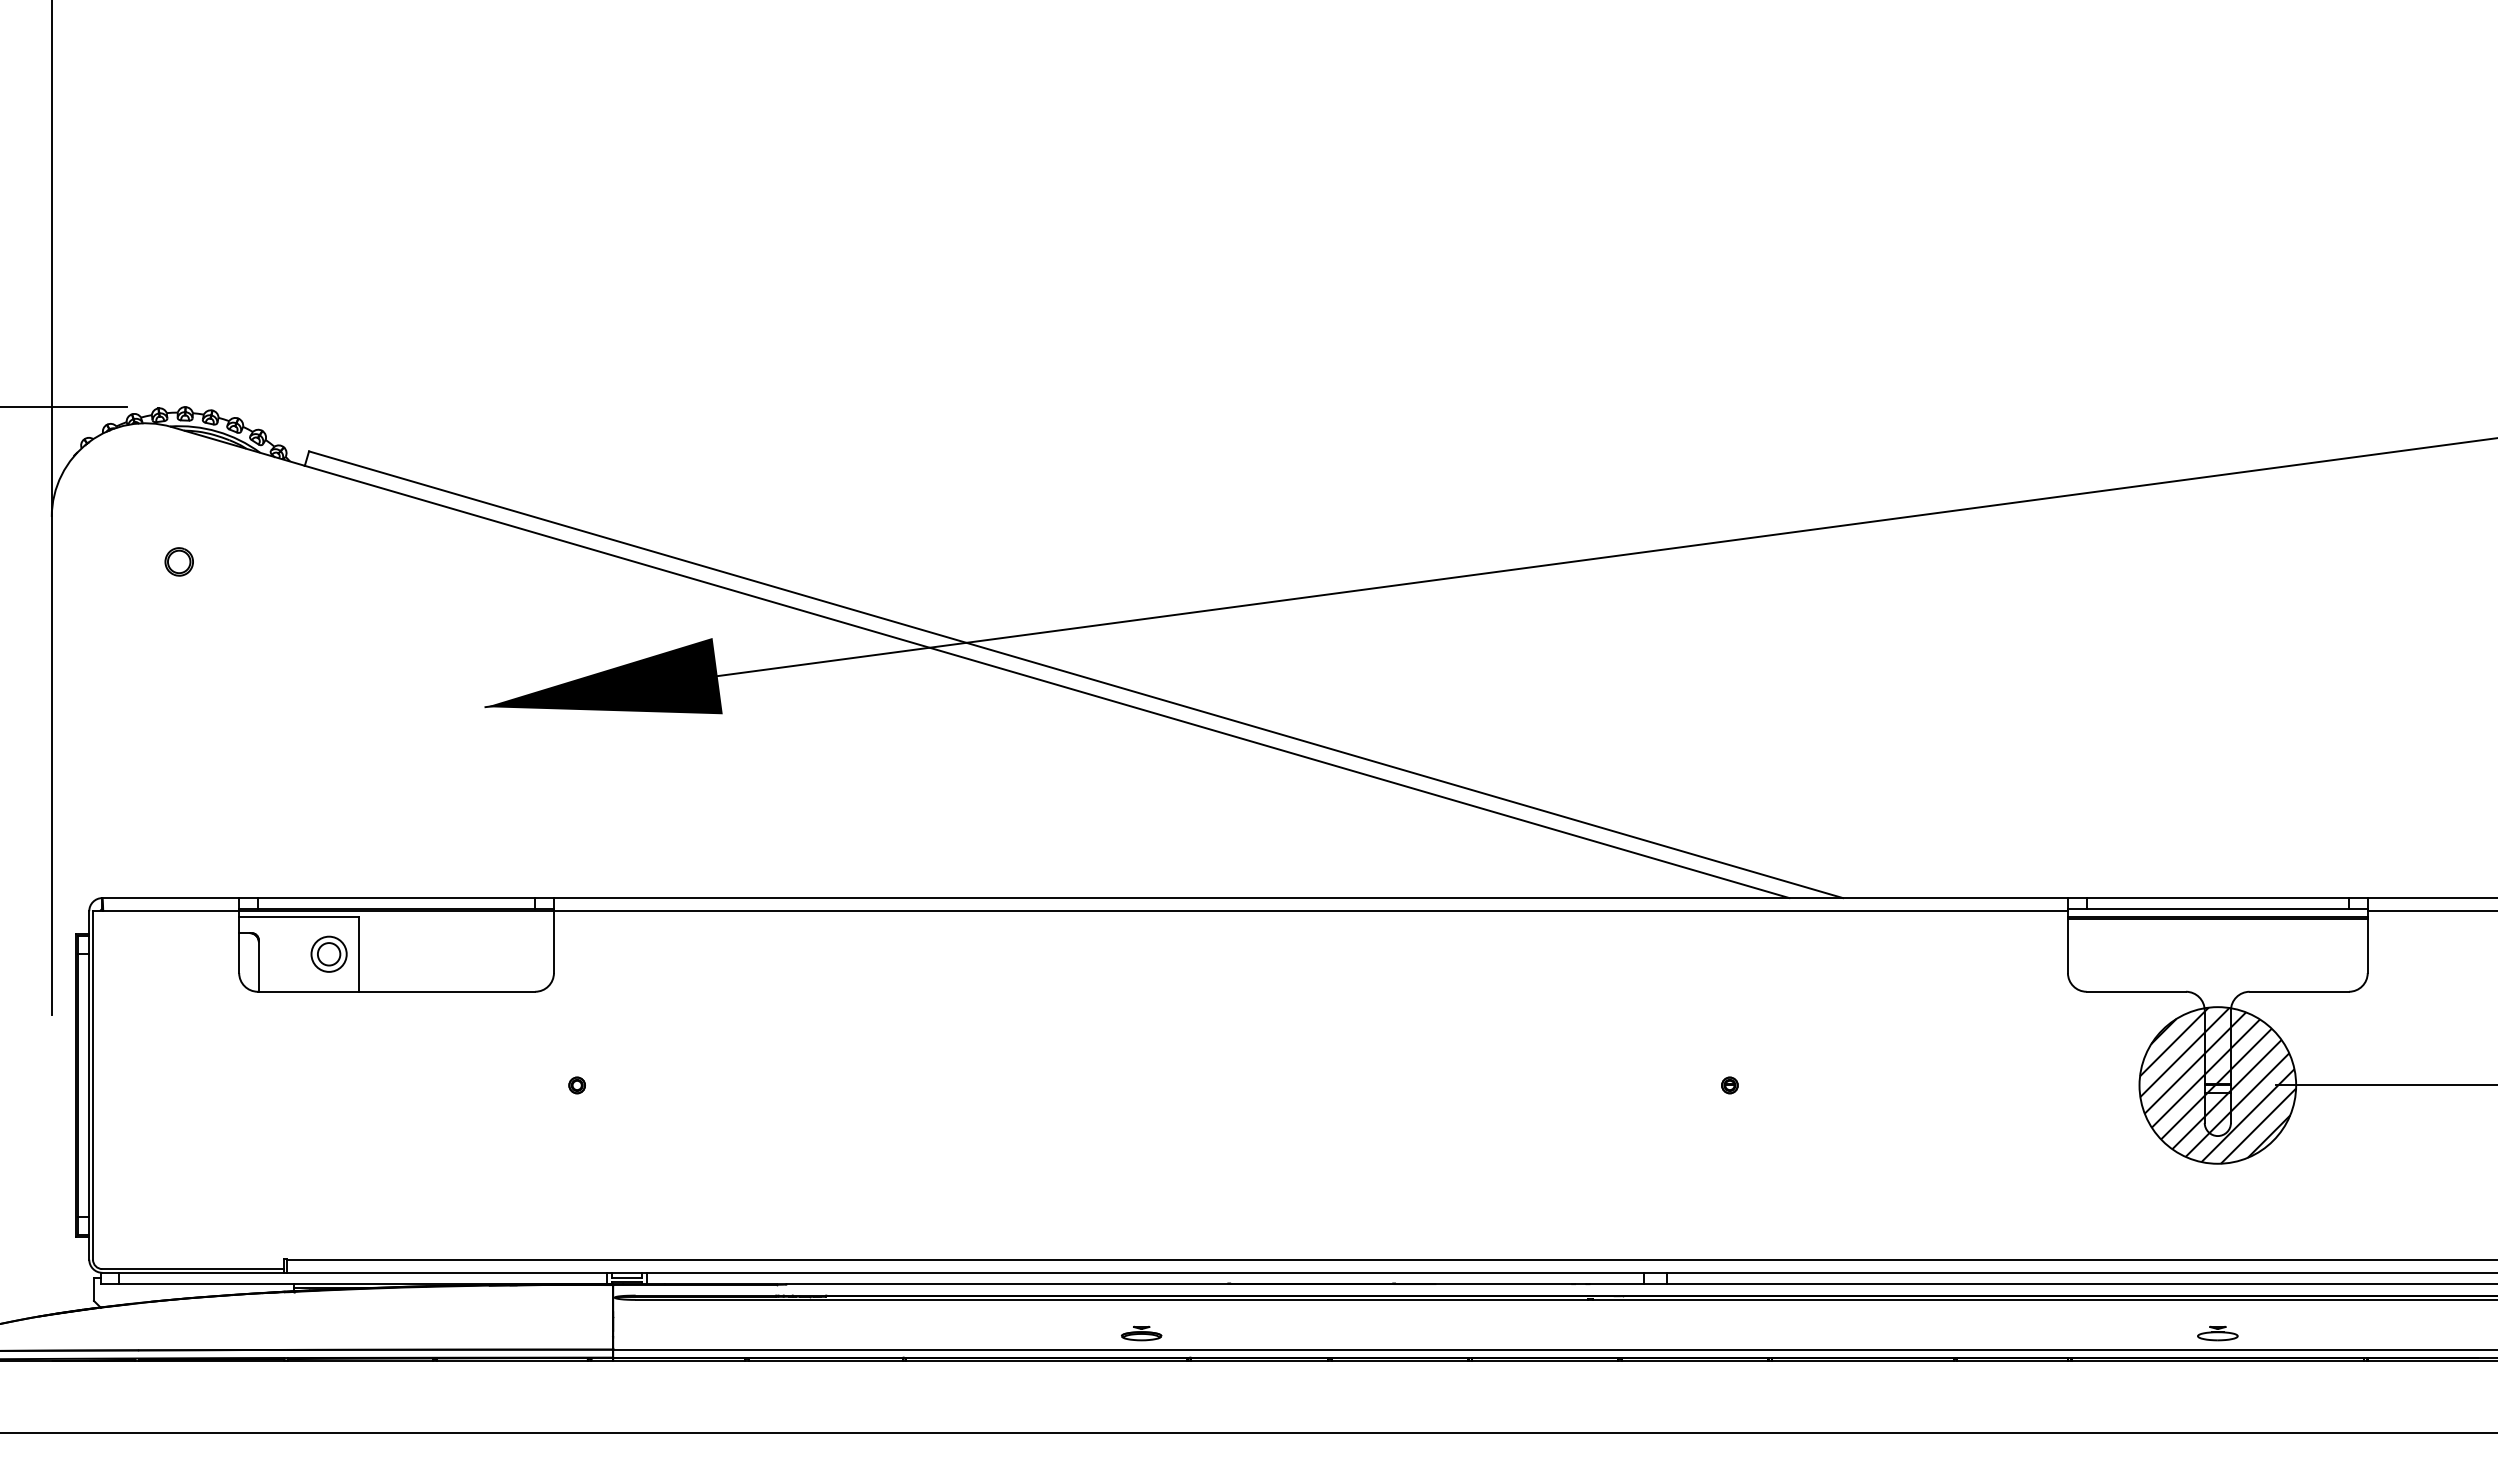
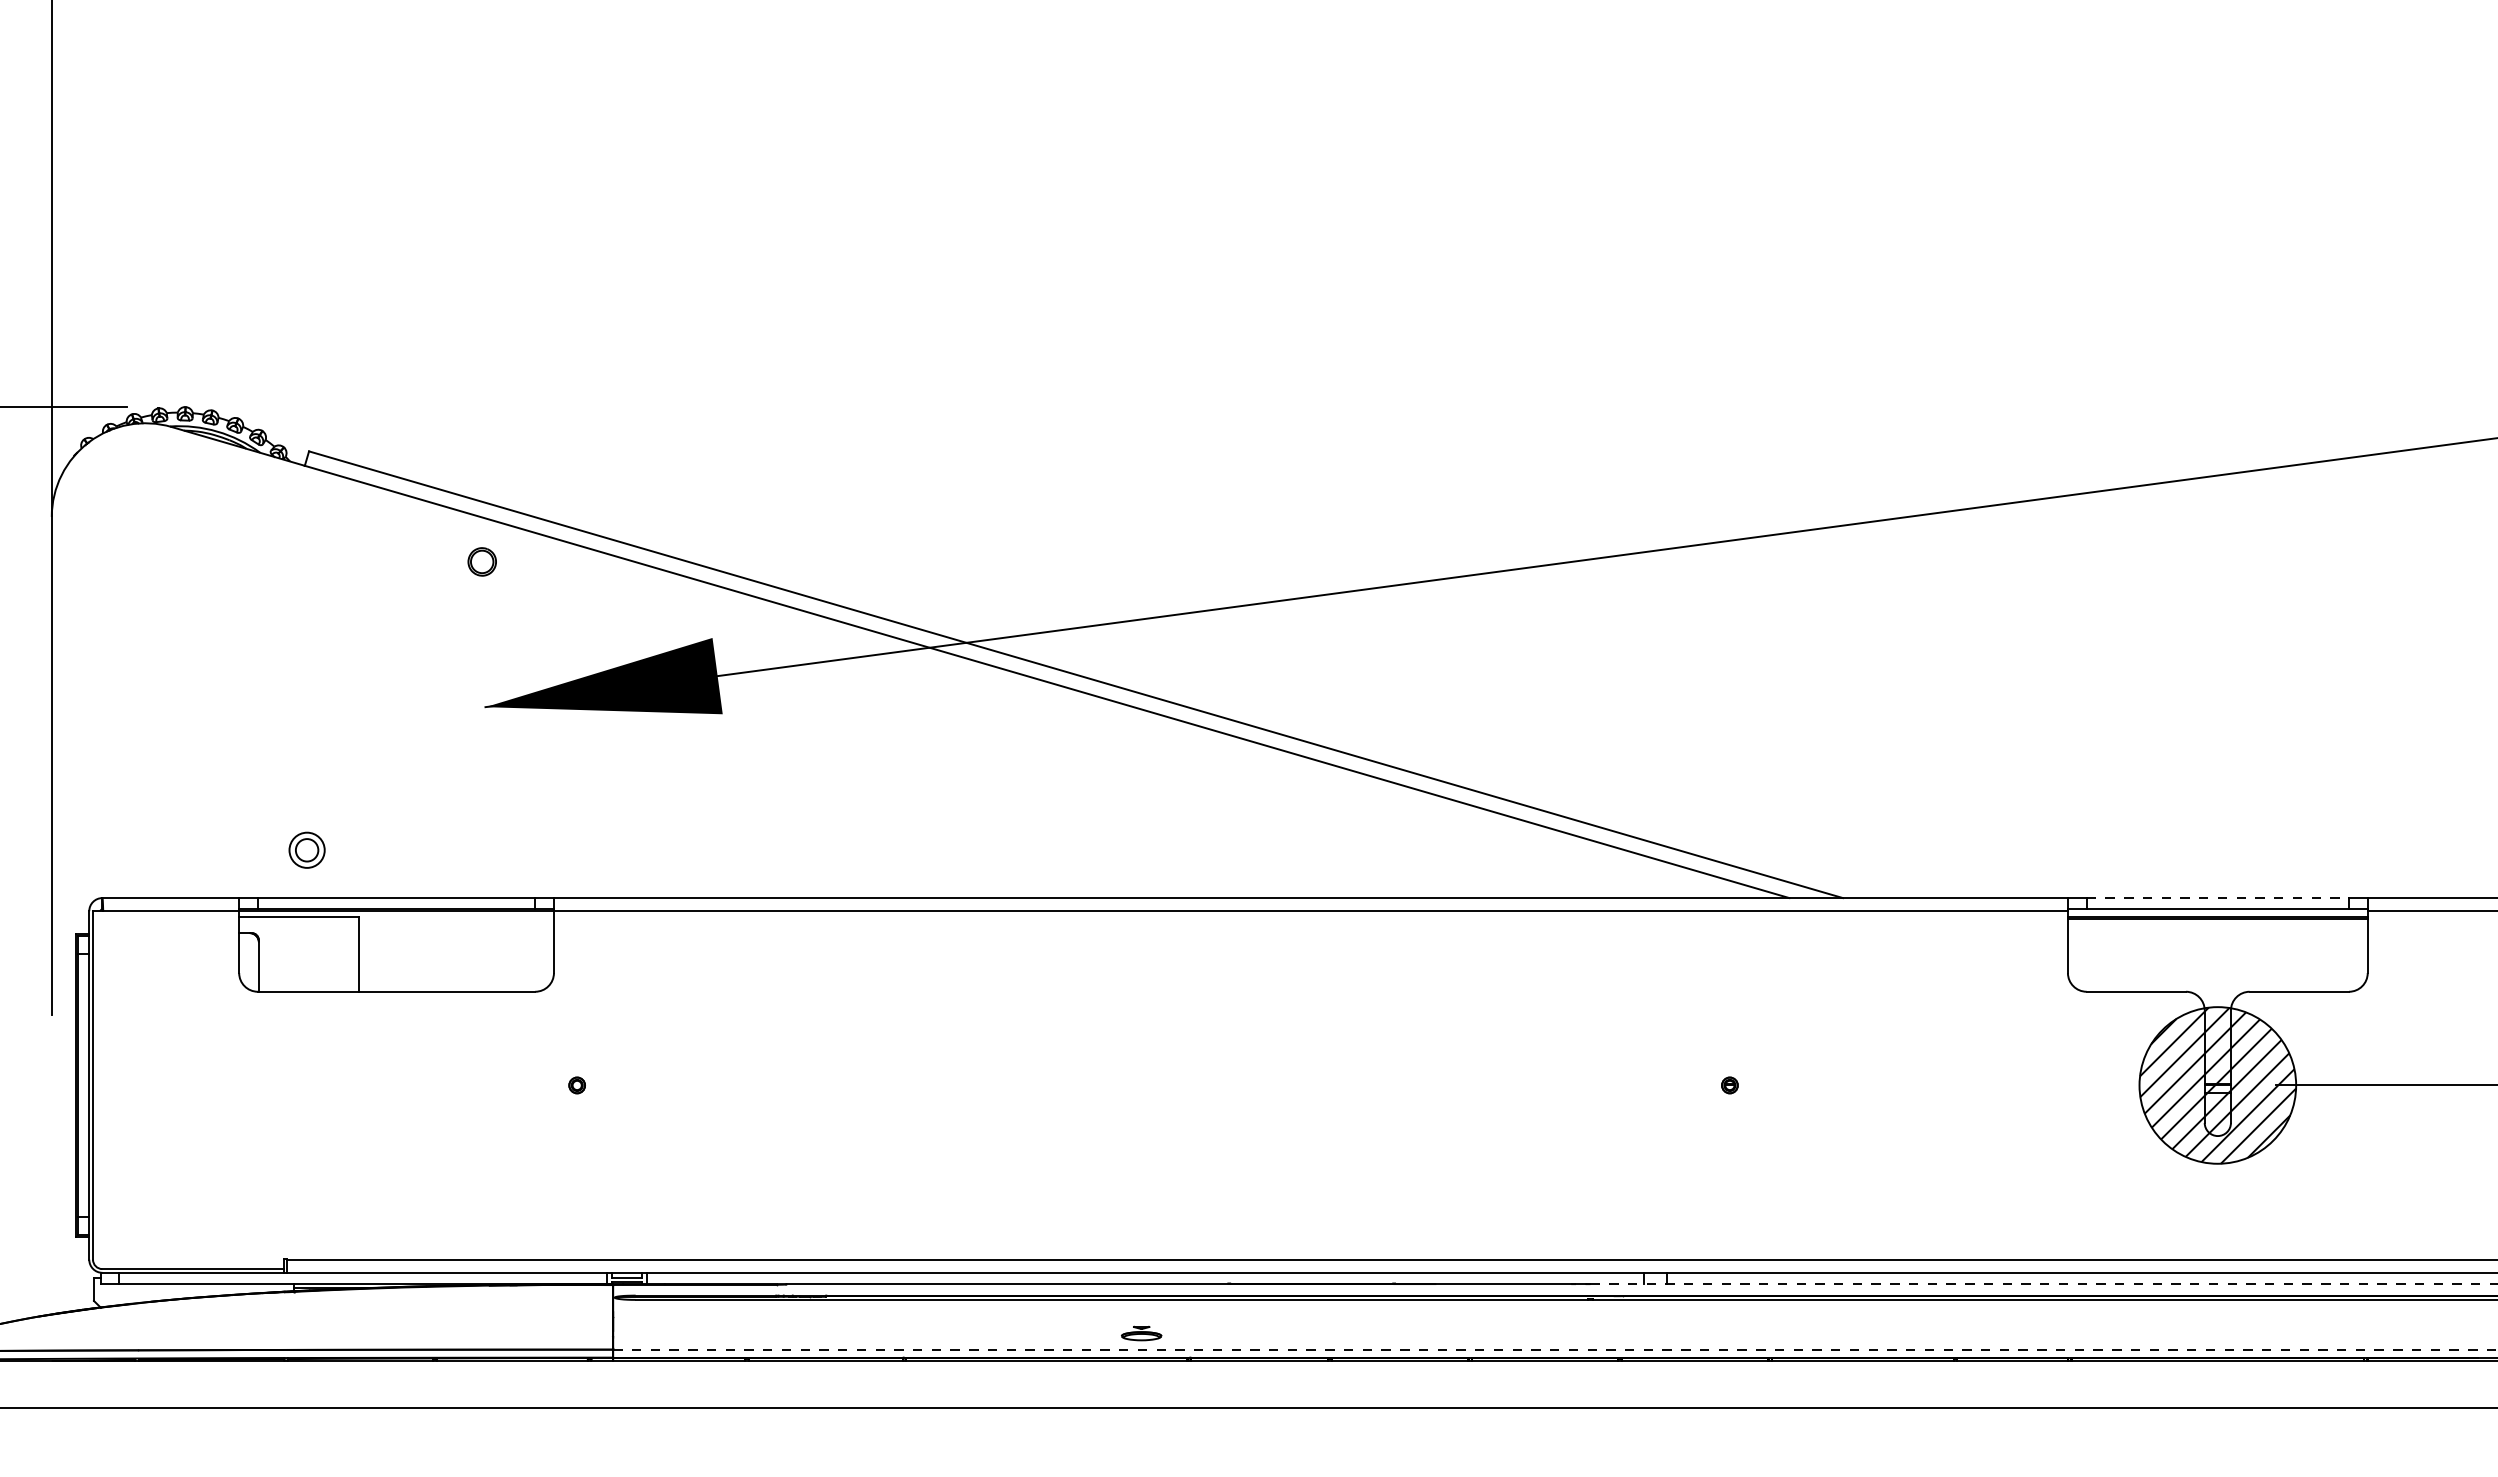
part at (178, 561) position: (178, 561) -> (481, 561)
line at (2218, 898): solid -> dashed
part at (328, 953) position: (328, 953) -> (306, 849)
line at (2044, 1284): solid -> dashed
part at (2217, 1333): present -> none
line at (1555, 1349): solid -> dashed
line at (1248, 1432) position: (1248, 1432) -> (1248, 1407)
